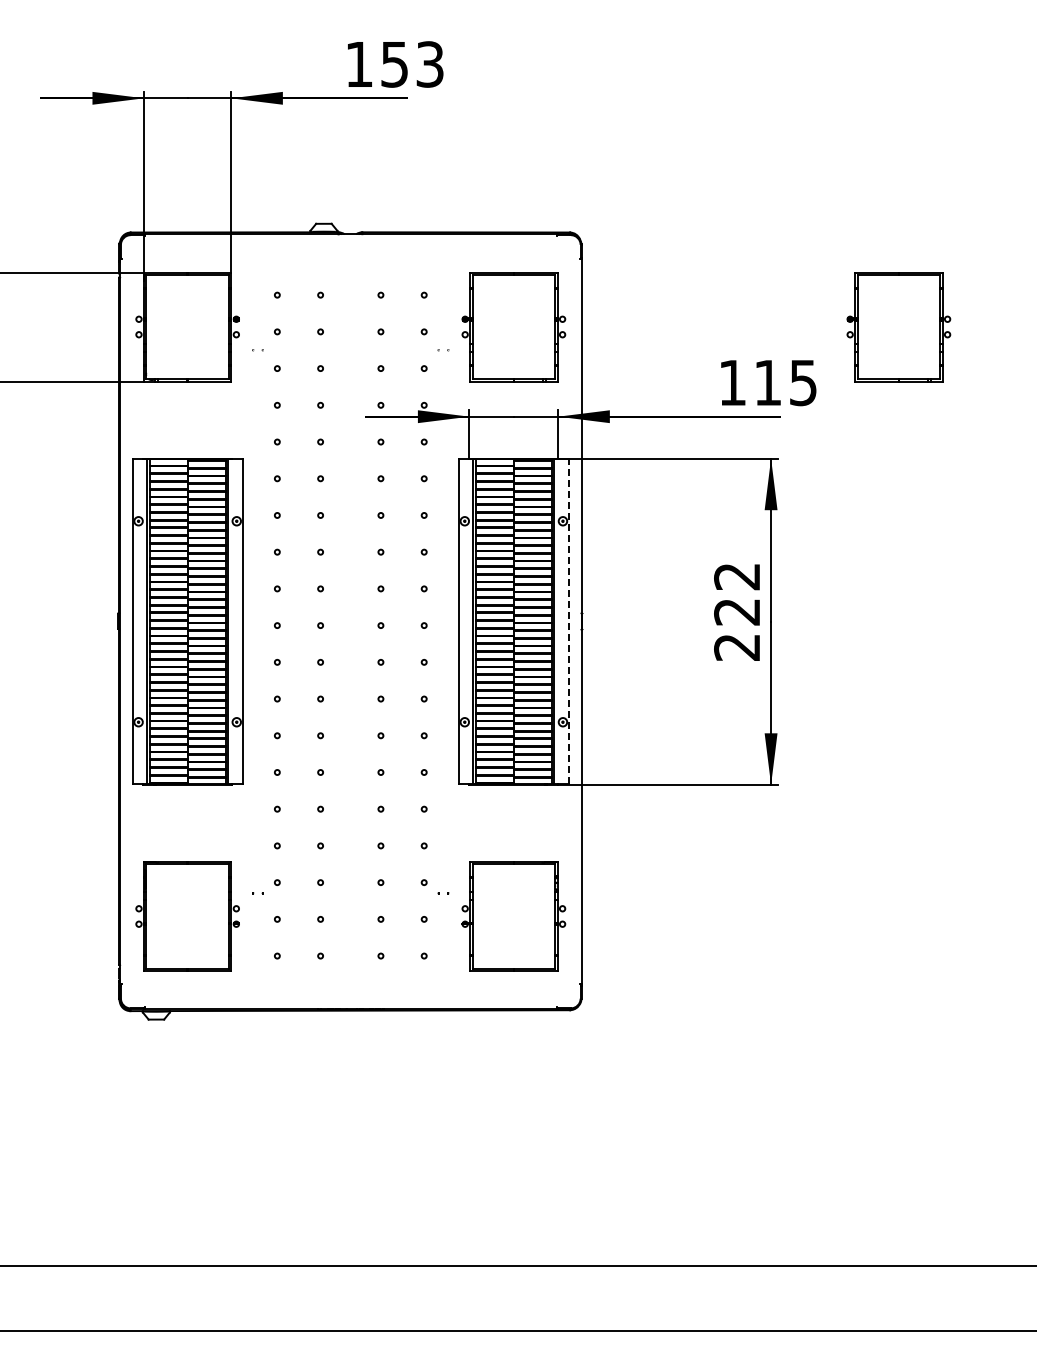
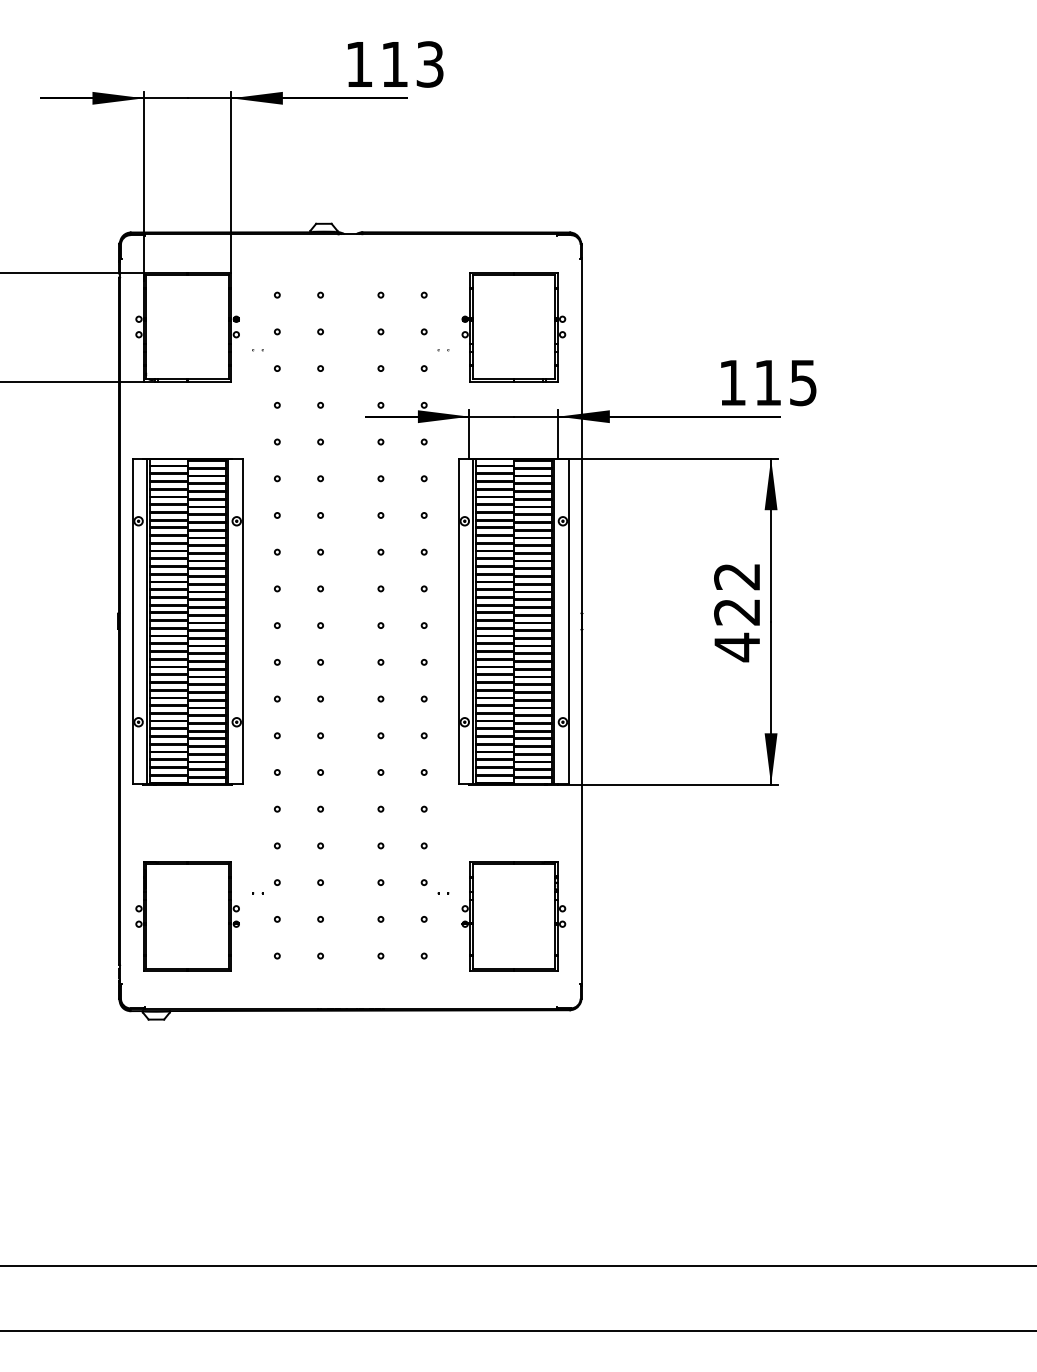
text at (394, 64): 153 -> 113
part at (898, 327): present -> none
line at (568, 621): dashed -> solid
text at (736, 647): 222 -> 422
